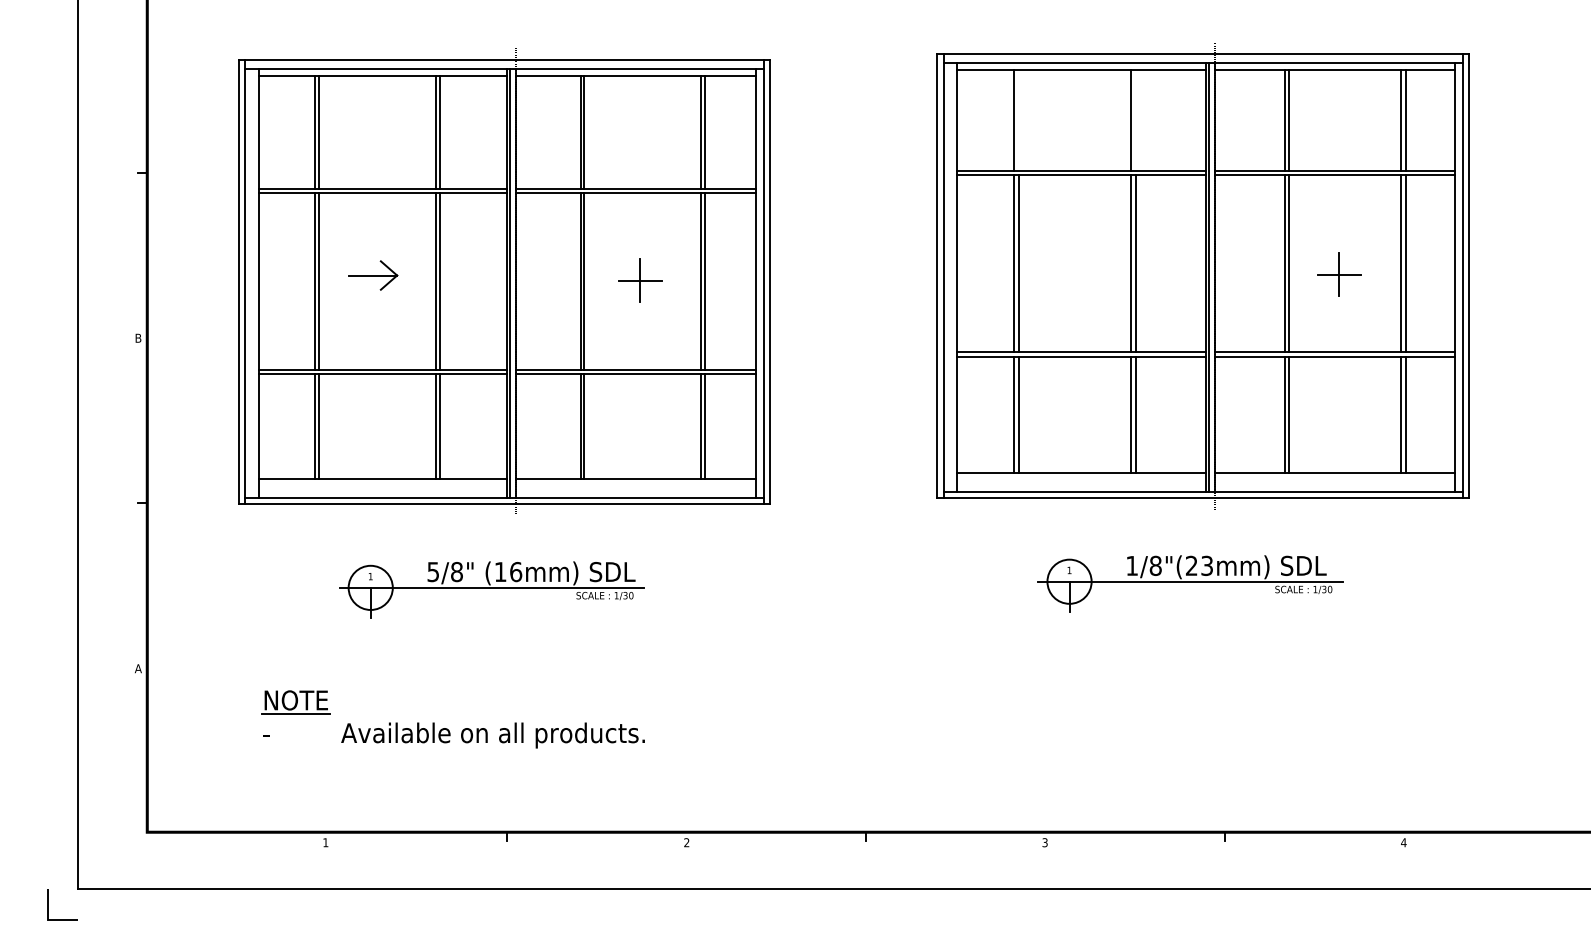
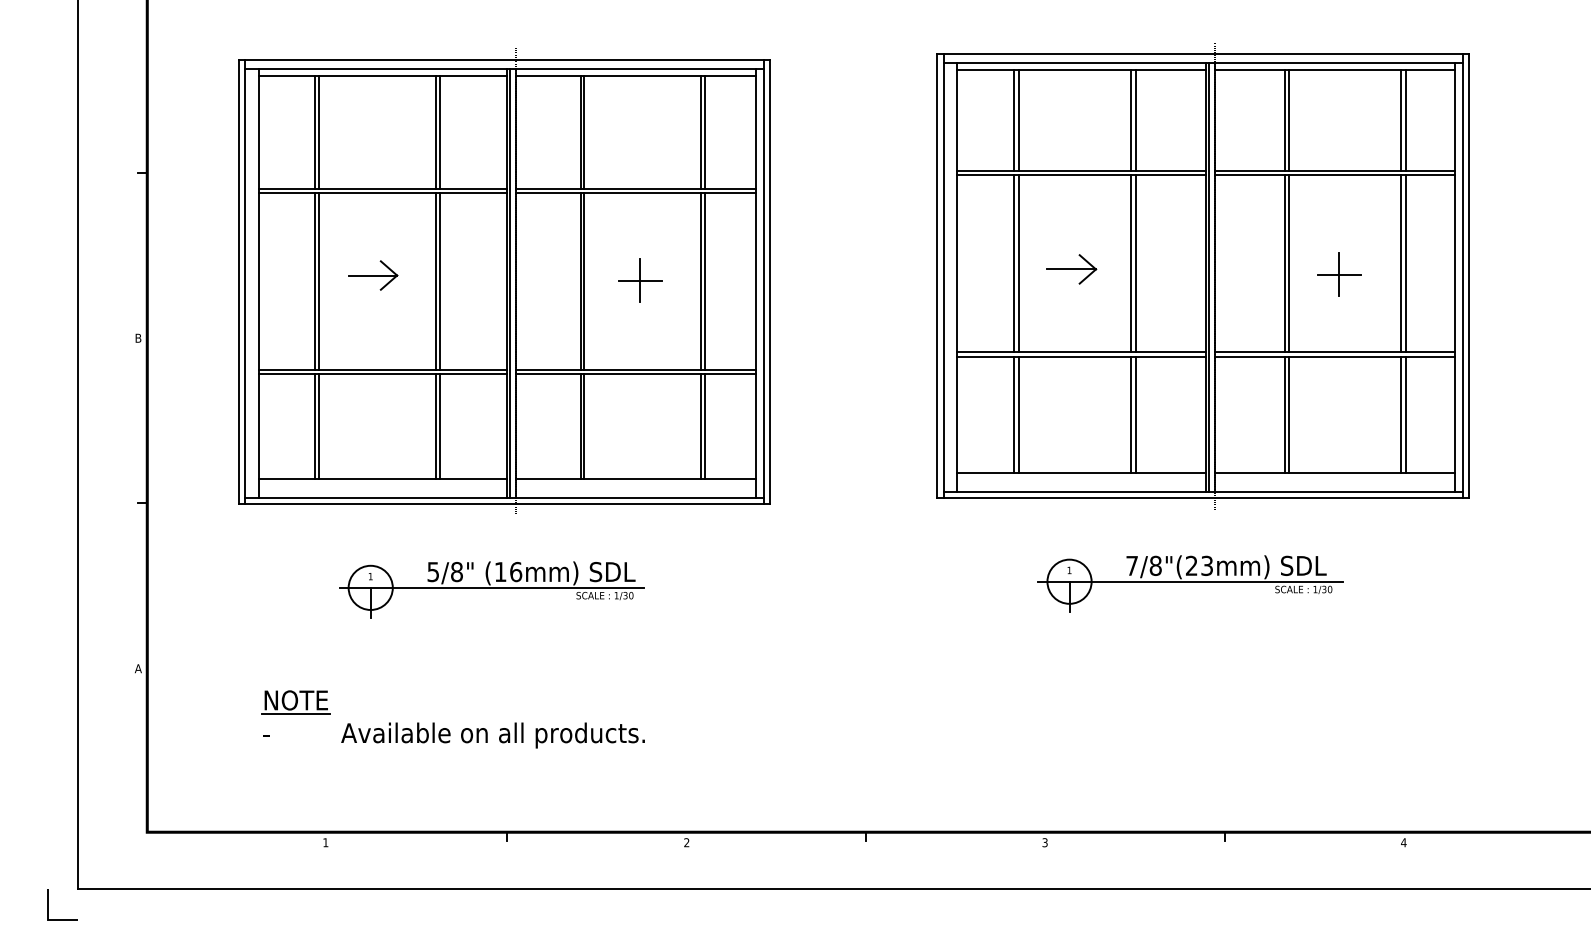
line at (1018, 119): none -> present
line at (1135, 119): none -> present
part at (1071, 269): none -> present
text at (1131, 565): 1/8"(23mm) -> 7/8"(23mm)
